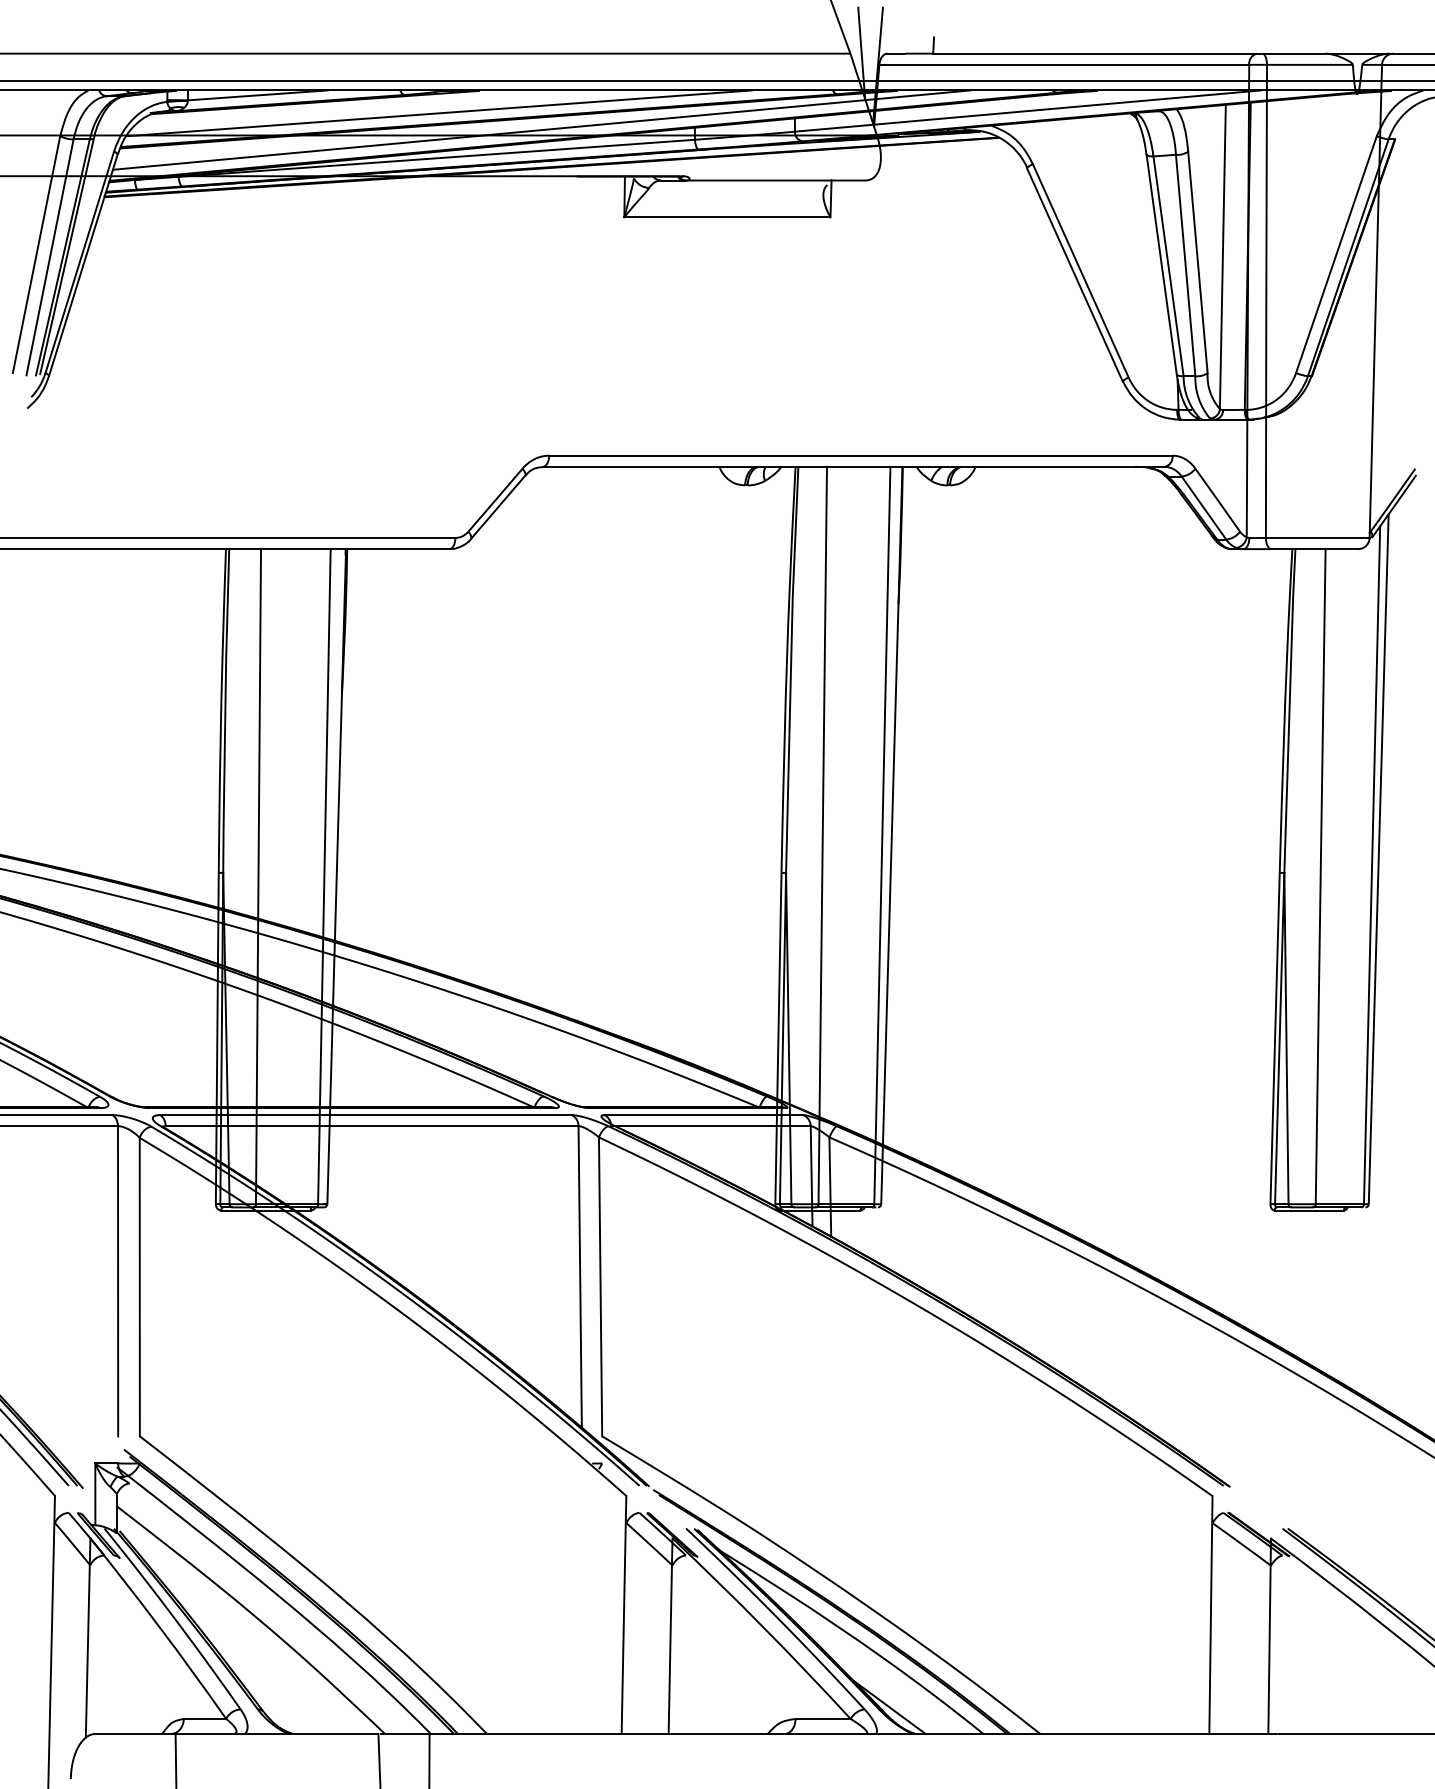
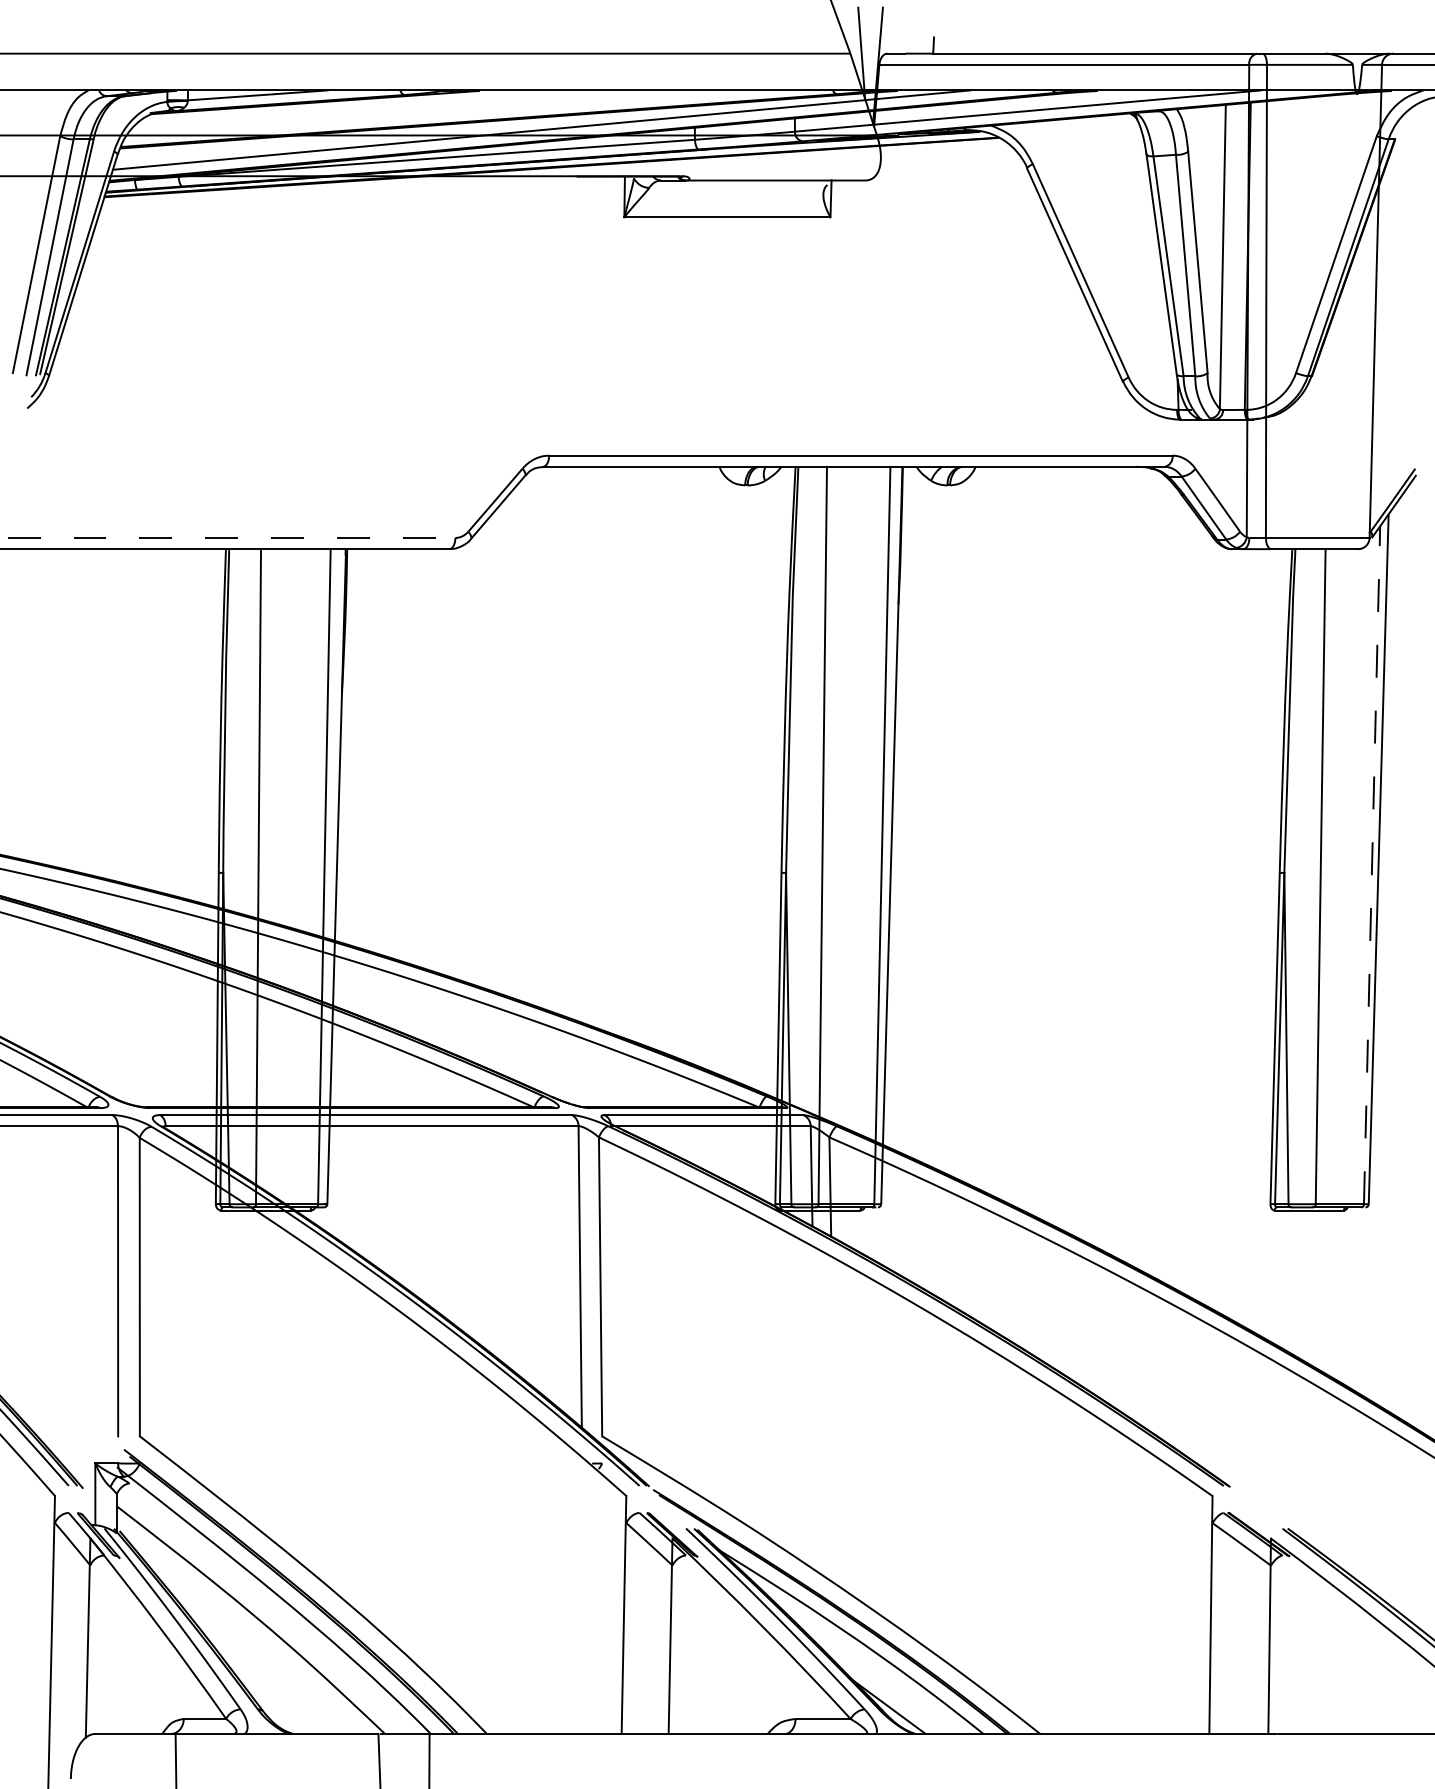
line at (716, 80): present -> none
line at (438, 113): present -> none
line at (227, 537): solid -> dashed
line at (1372, 864): solid -> dashed
